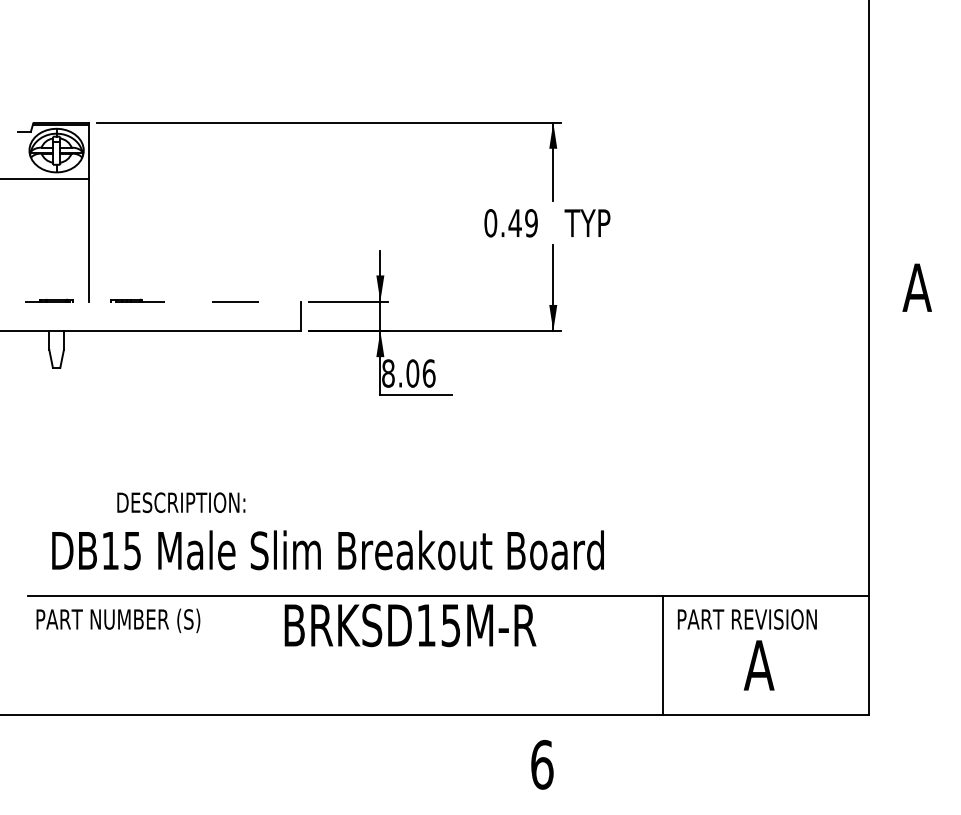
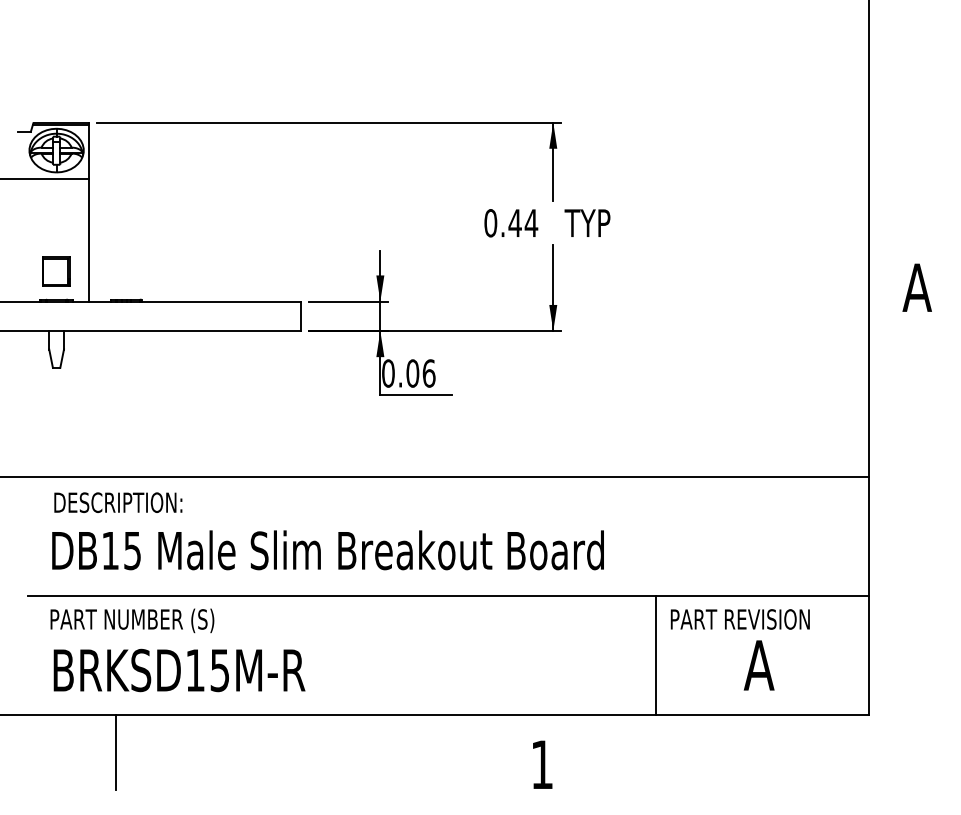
text at (531, 223): 0.49 -> 0.44
part at (56, 271): none -> present
line at (151, 301): dashed -> solid
text at (388, 373): 8.06 -> 0.06
line at (435, 477): none -> present
text at (181, 502) position: (181, 502) -> (118, 502)
text at (746, 619) position: (746, 619) -> (739, 619)
text at (118, 620) position: (118, 620) -> (132, 620)
text at (410, 625) position: (410, 625) -> (179, 670)
line at (662, 655) position: (662, 655) -> (655, 655)
line at (116, 752): none -> present
text at (542, 764): 6 -> 1
